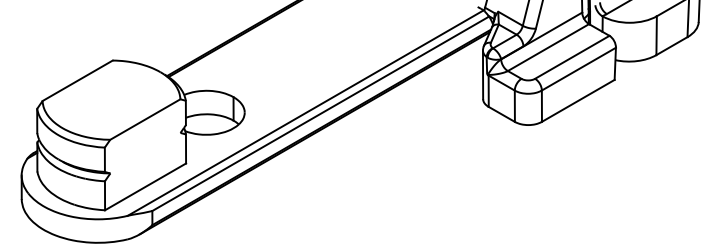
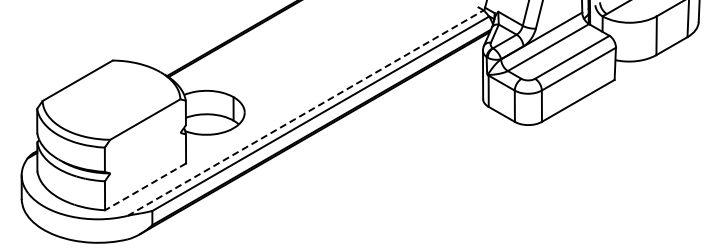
line at (306, 112): solid -> dashed
line at (145, 186): solid -> dashed
